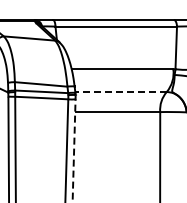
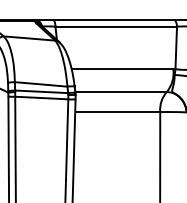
line at (120, 91): dashed -> solid
line at (74, 150): dashed -> solid
